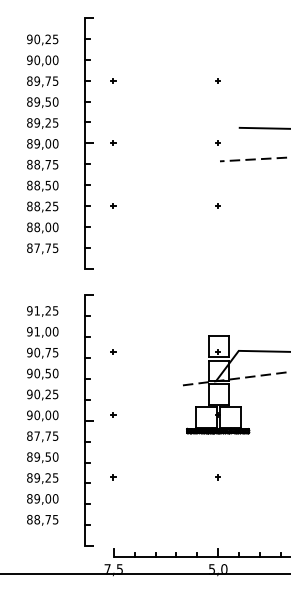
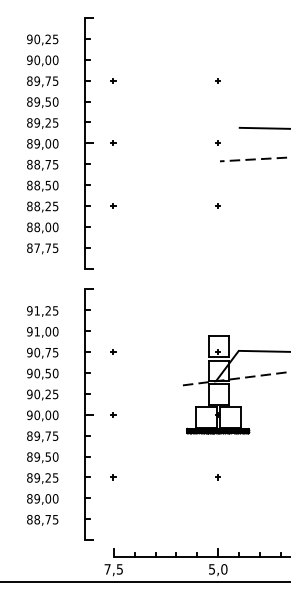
part at (88, 420) position: (88, 420) -> (88, 414)
text at (37, 435): 87,75 -> 89,75
line at (144, 574) position: (144, 574) -> (144, 582)
